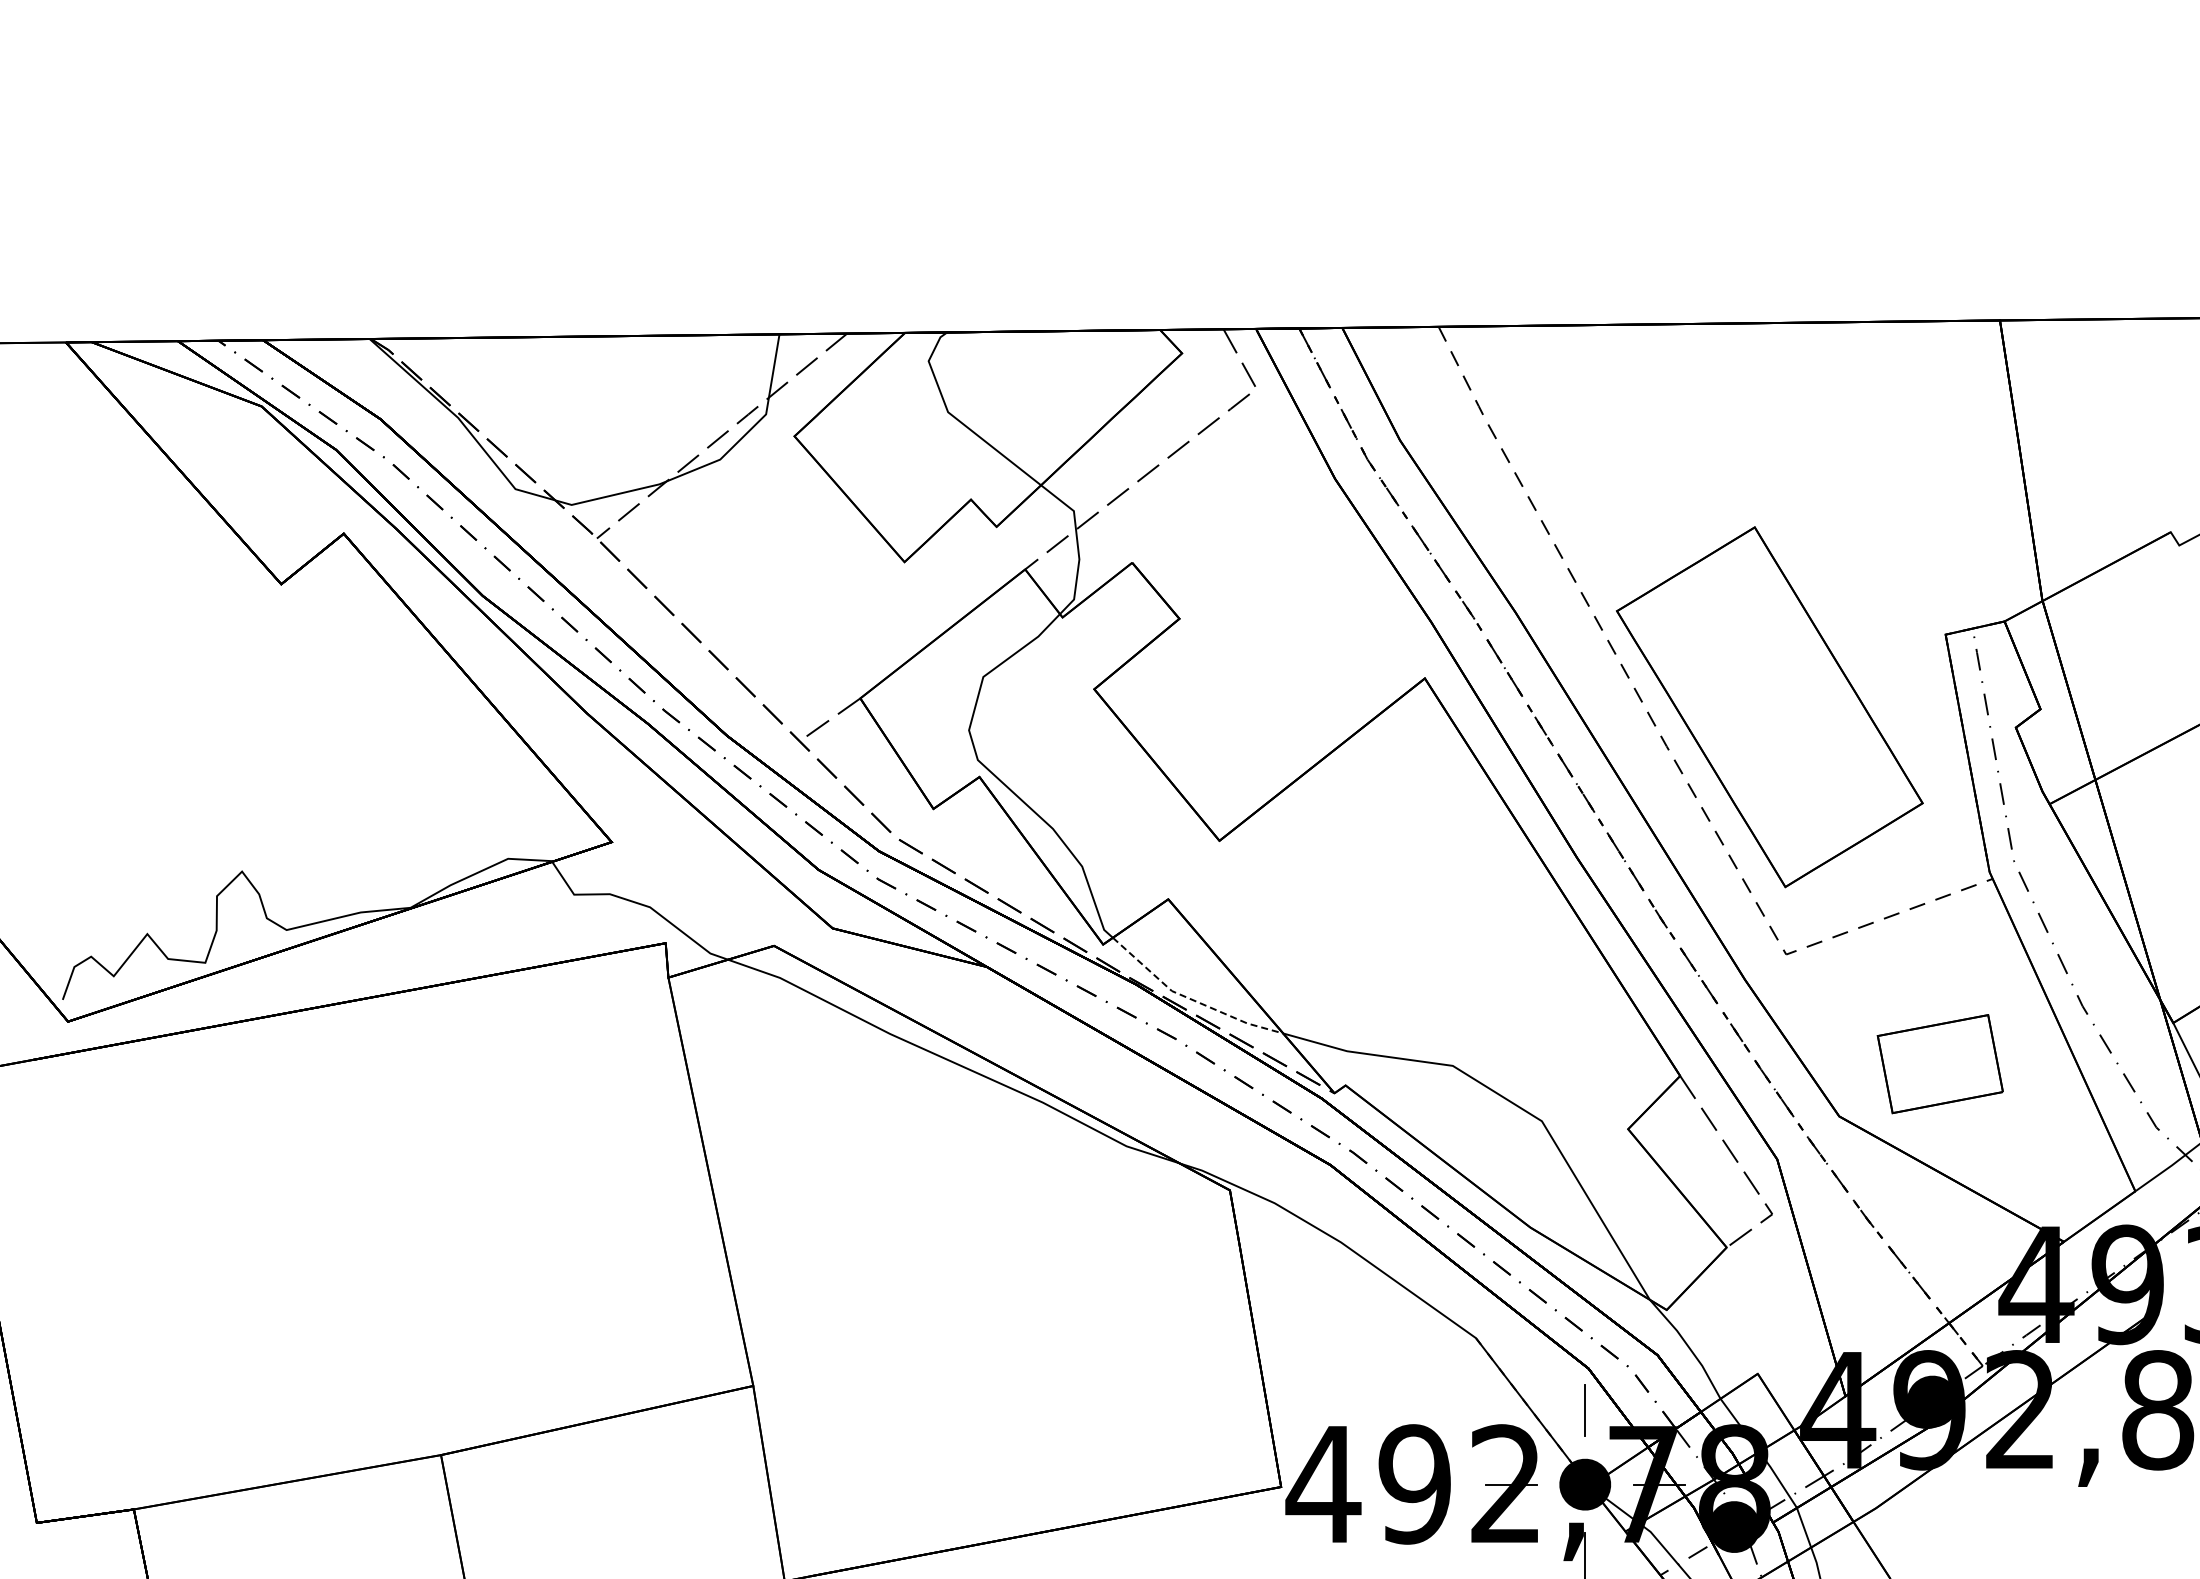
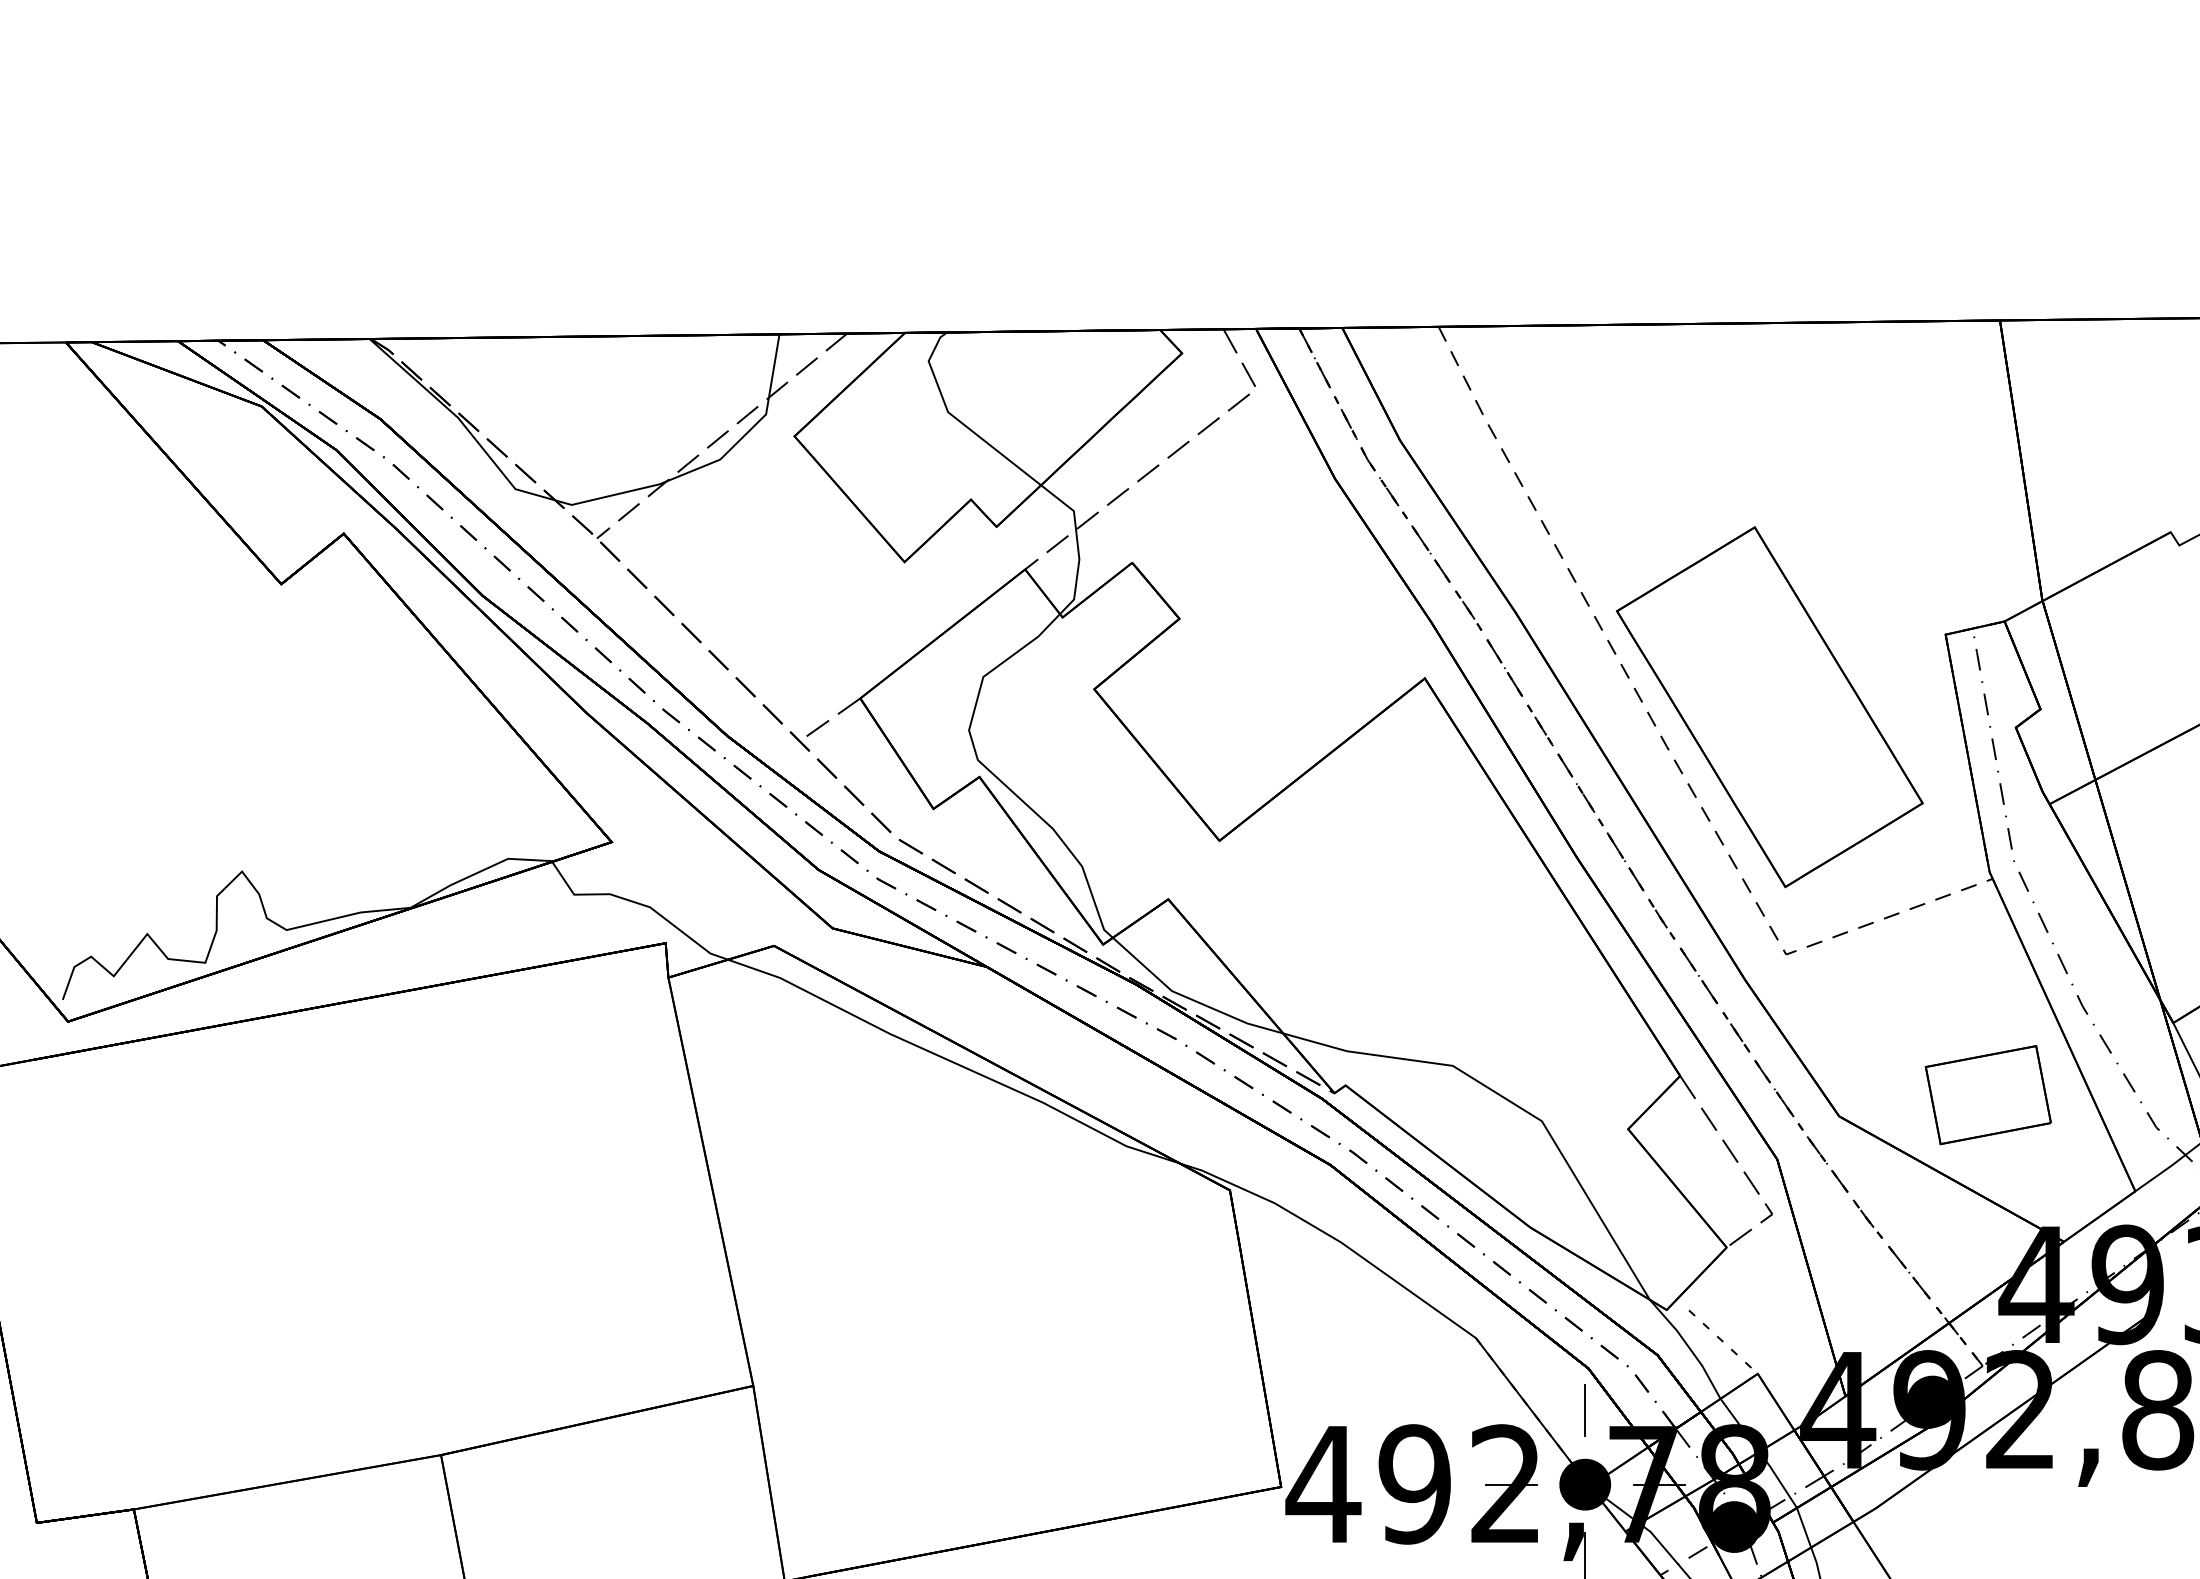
line at (1191, 999): dashed -> solid
part at (1939, 1064) position: (1939, 1064) -> (1987, 1095)
line at (1719, 1338): none -> present
